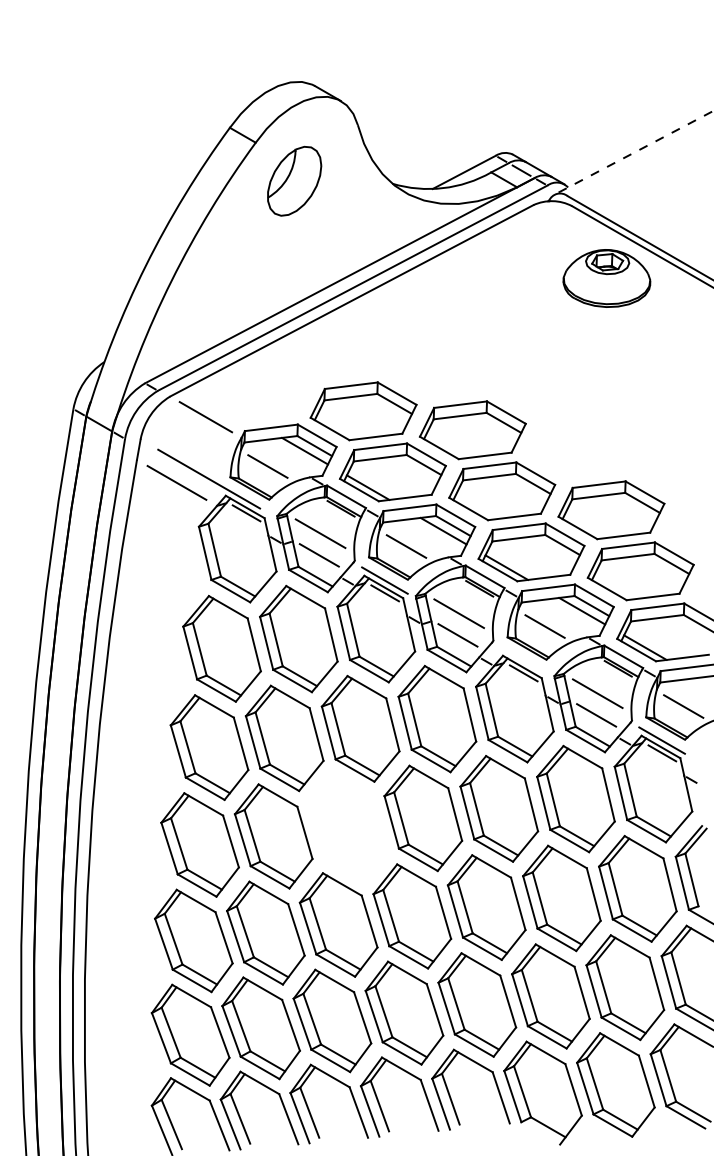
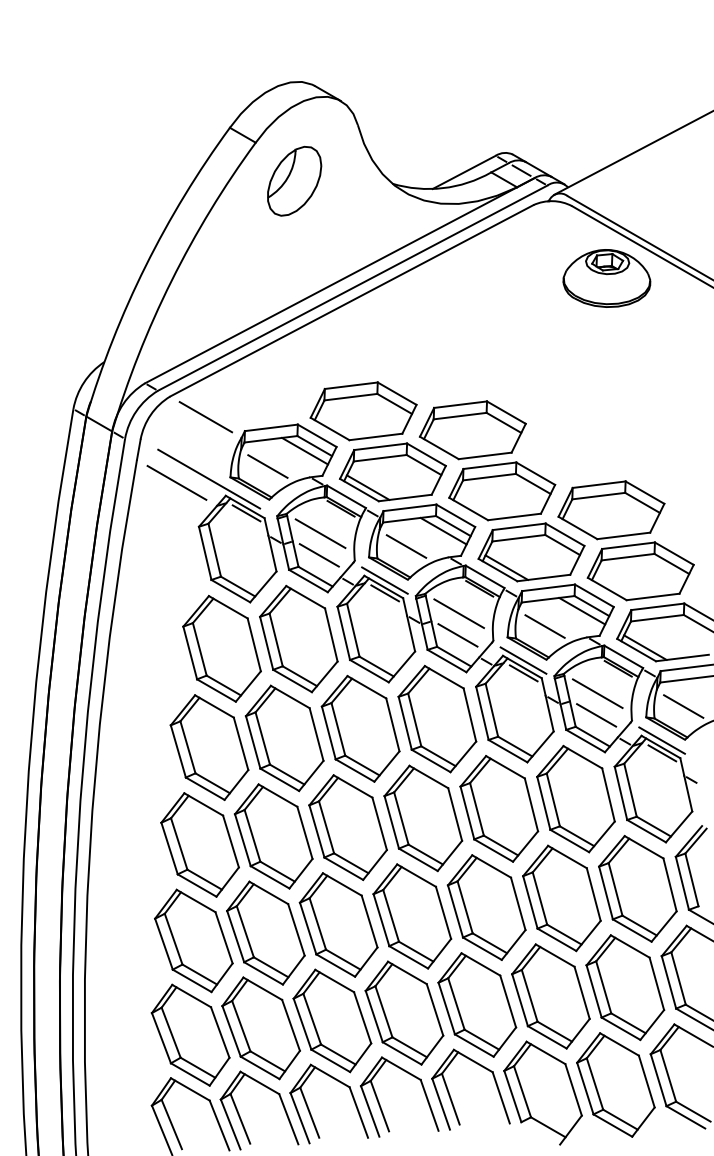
line at (633, 152): dashed -> solid
line at (523, 660): none -> present
part at (347, 827): none -> present
